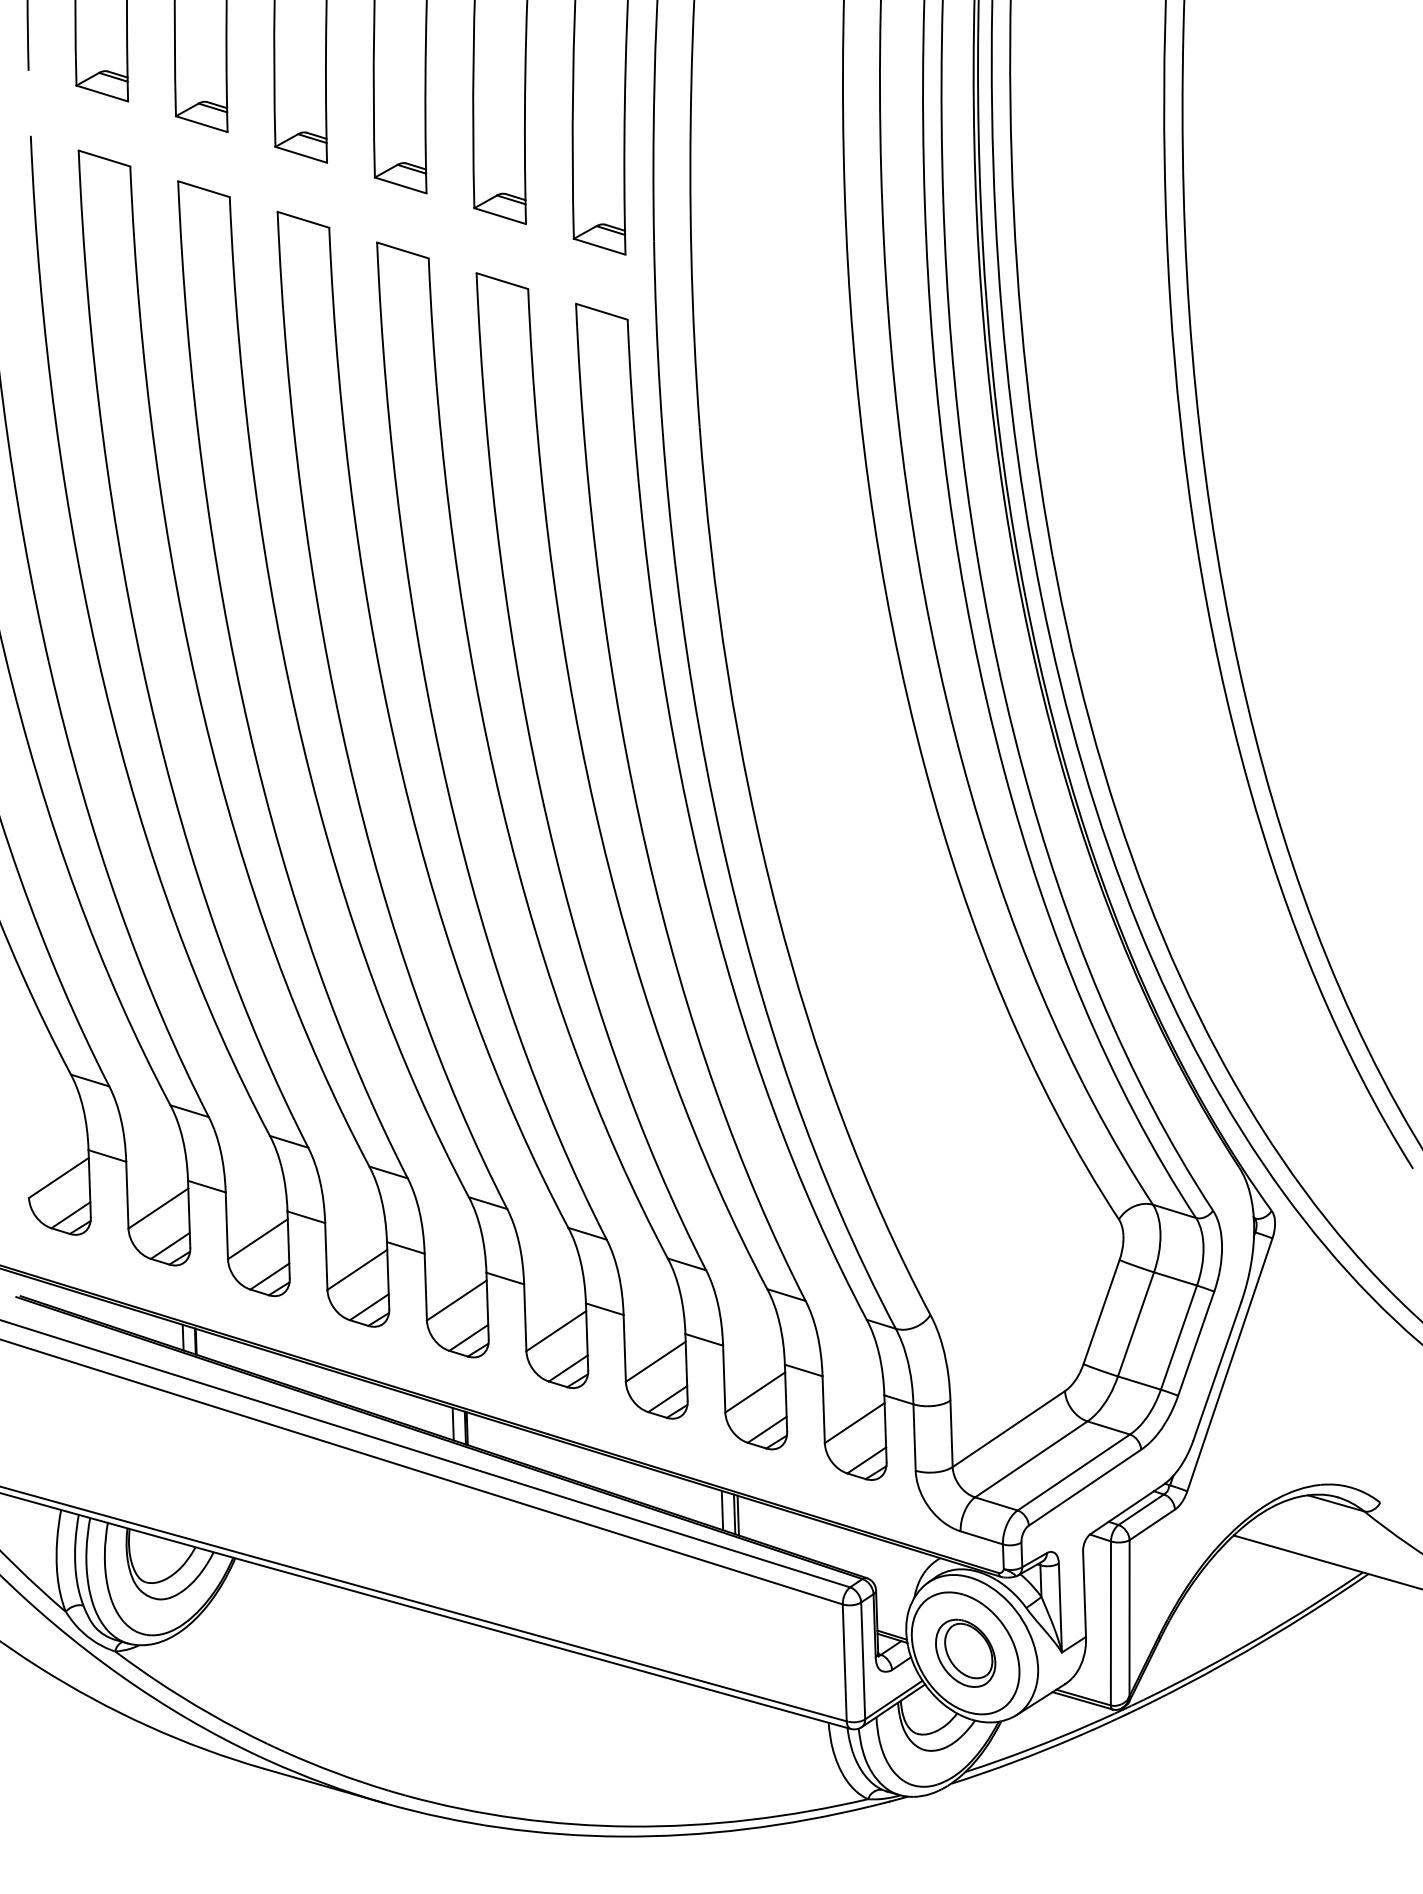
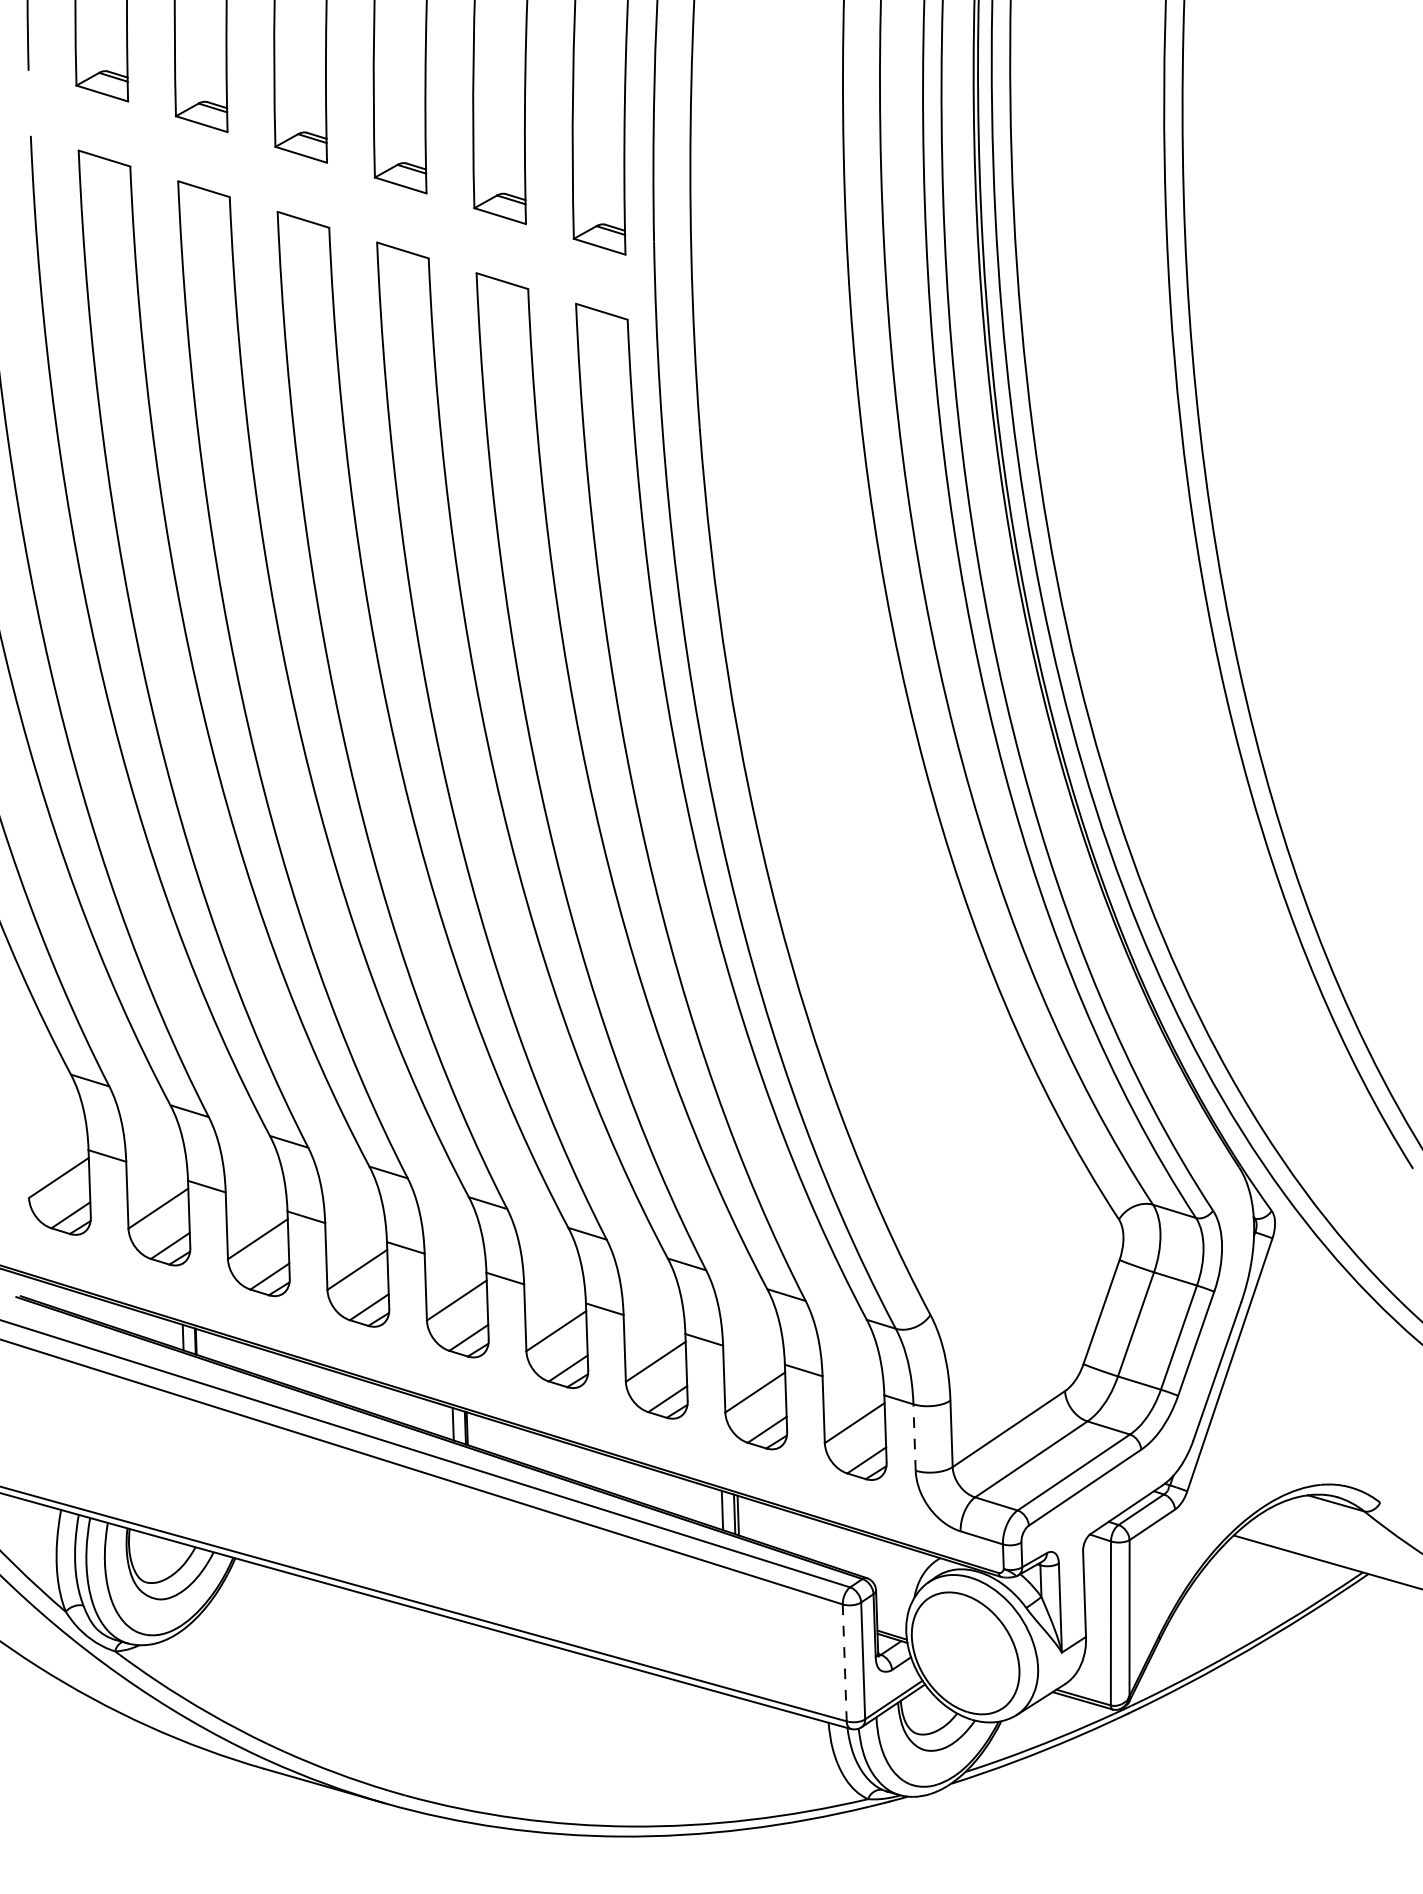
line at (914, 1437): solid -> dashed
part at (965, 1652): present -> none
line at (844, 1663): solid -> dashed
